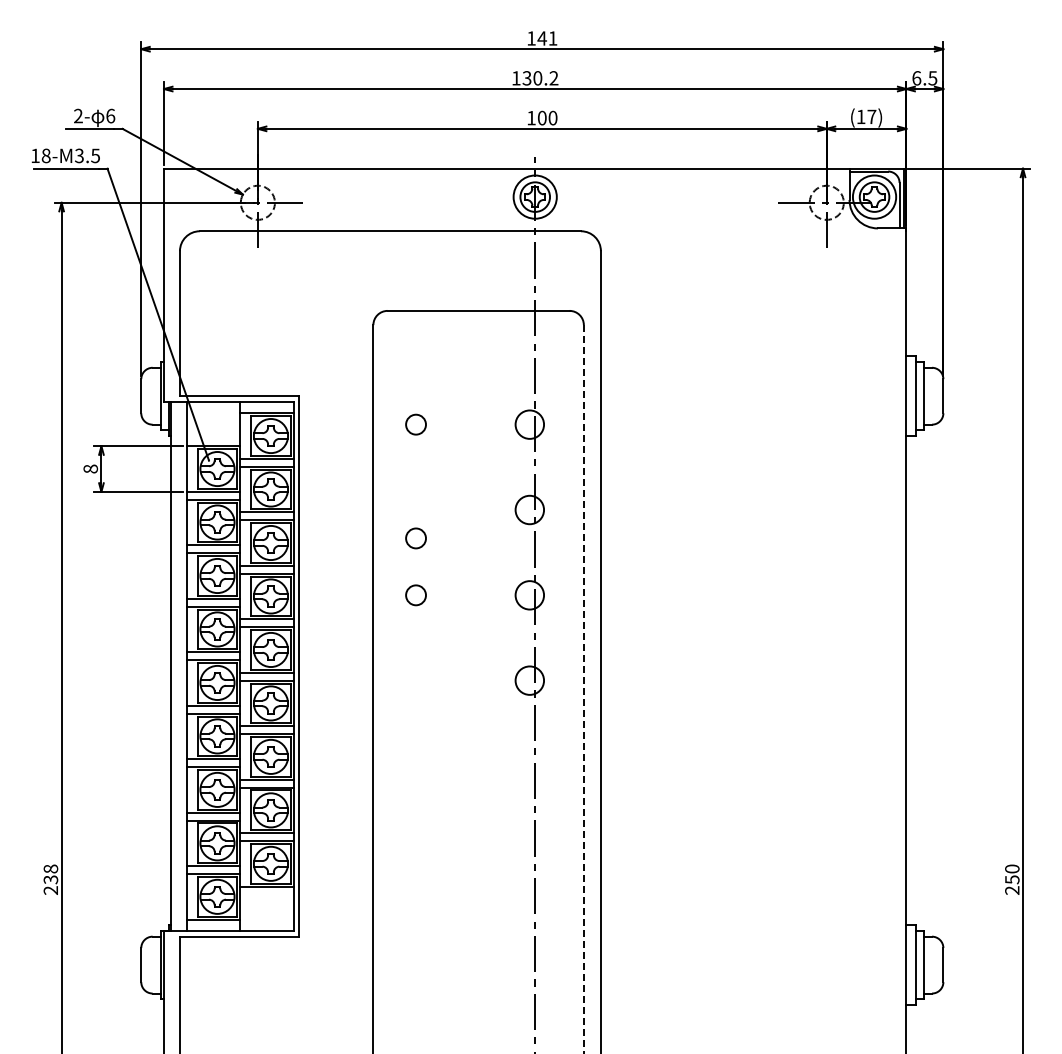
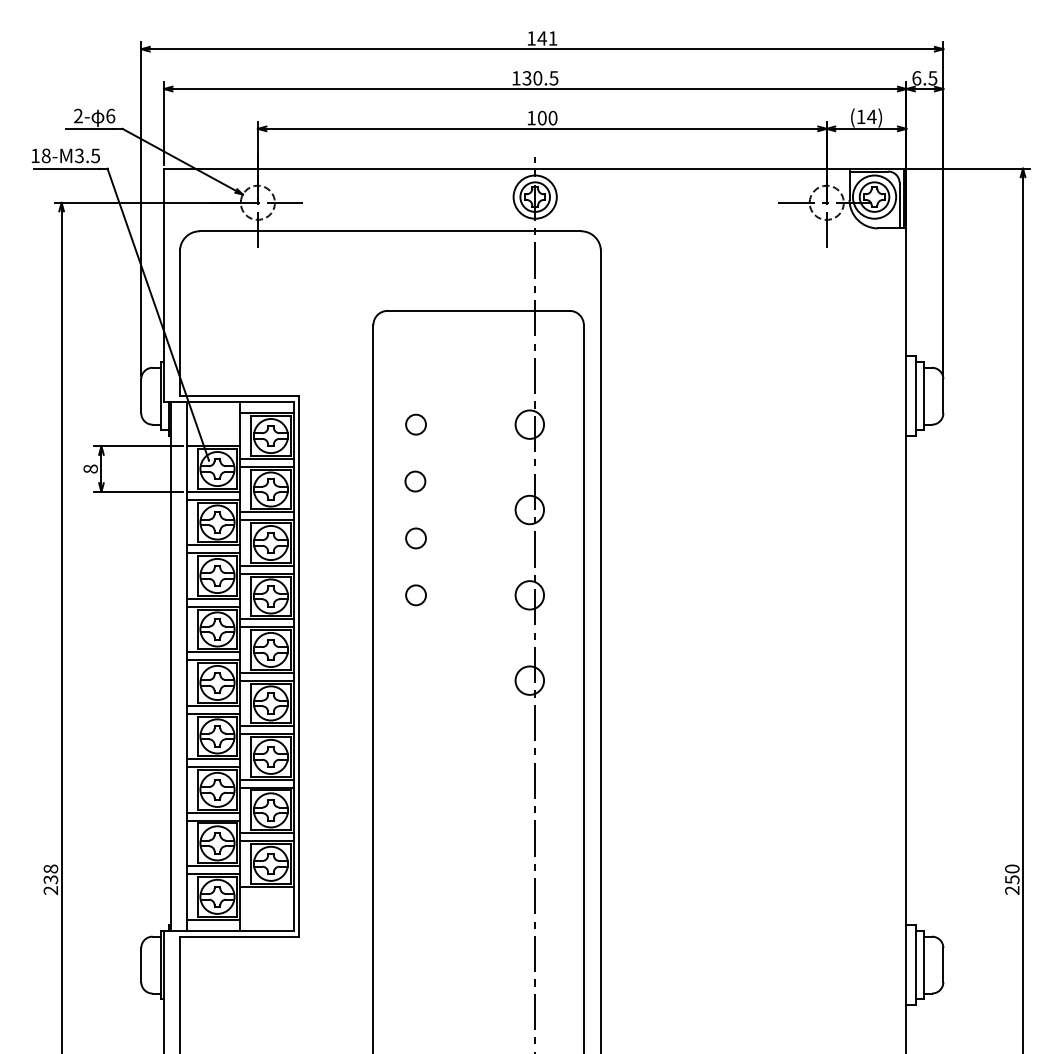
text at (553, 78): 130.2 -> 130.5
text at (871, 116): (17) -> (14)
circle at (415, 481): none -> present
line at (583, 689): dashed -> solid
